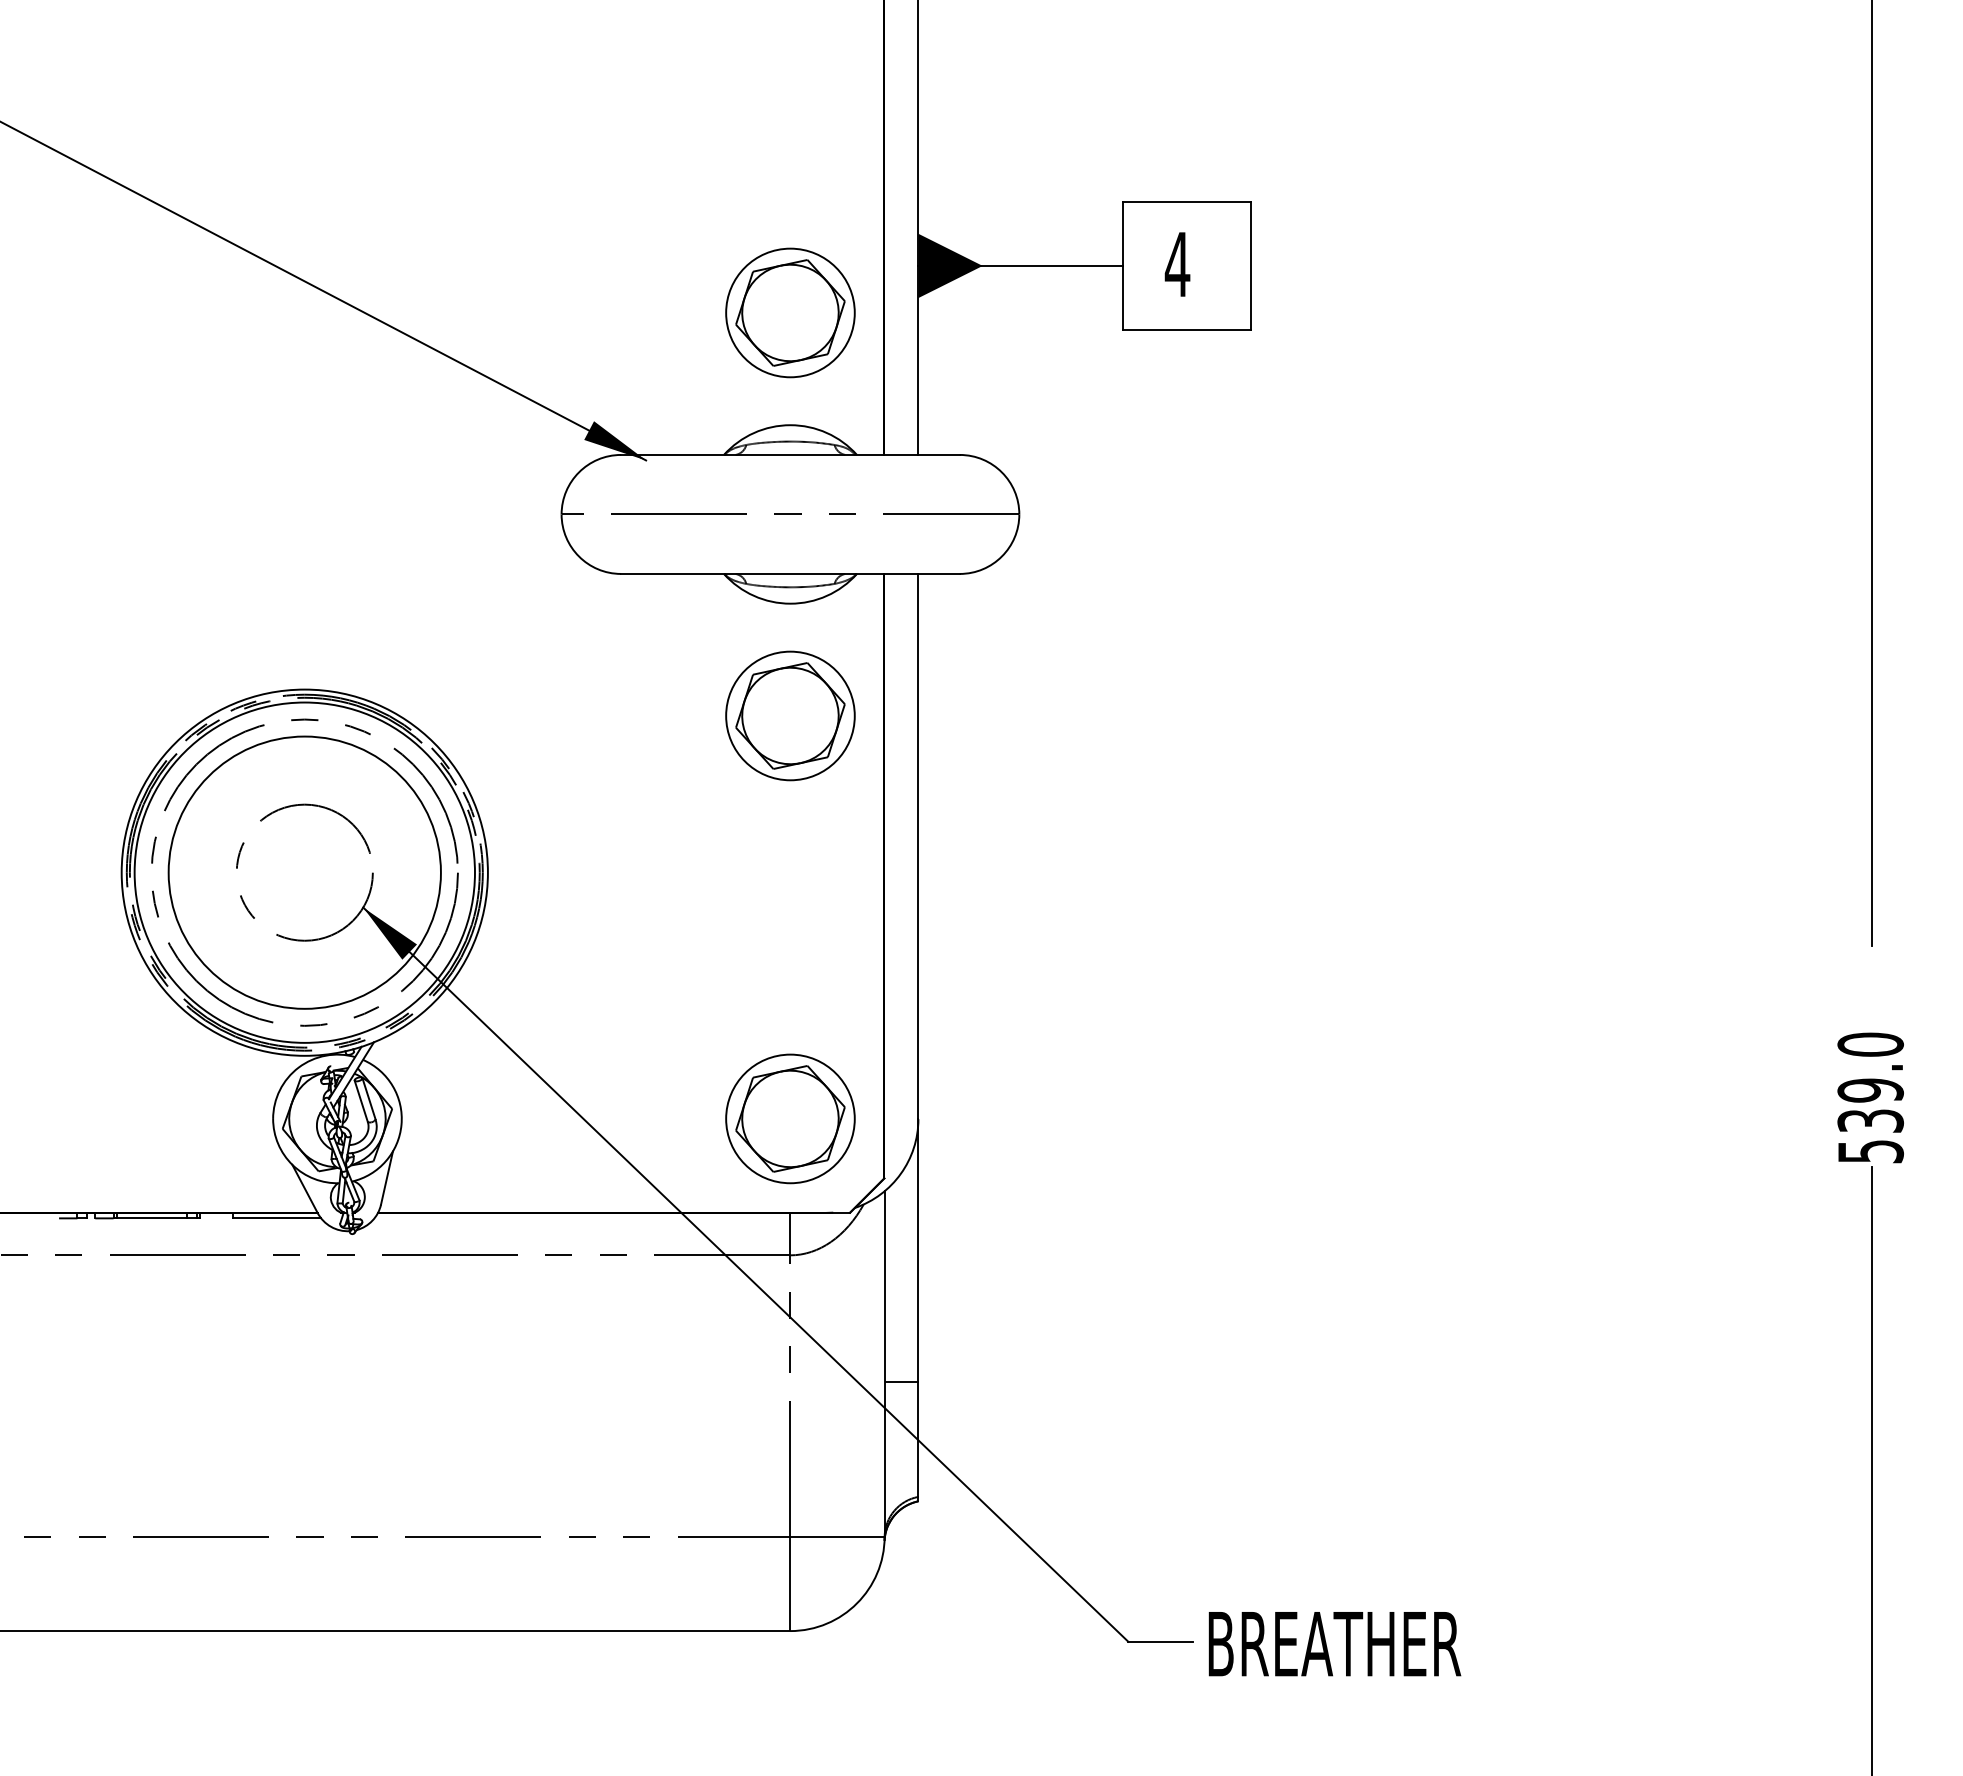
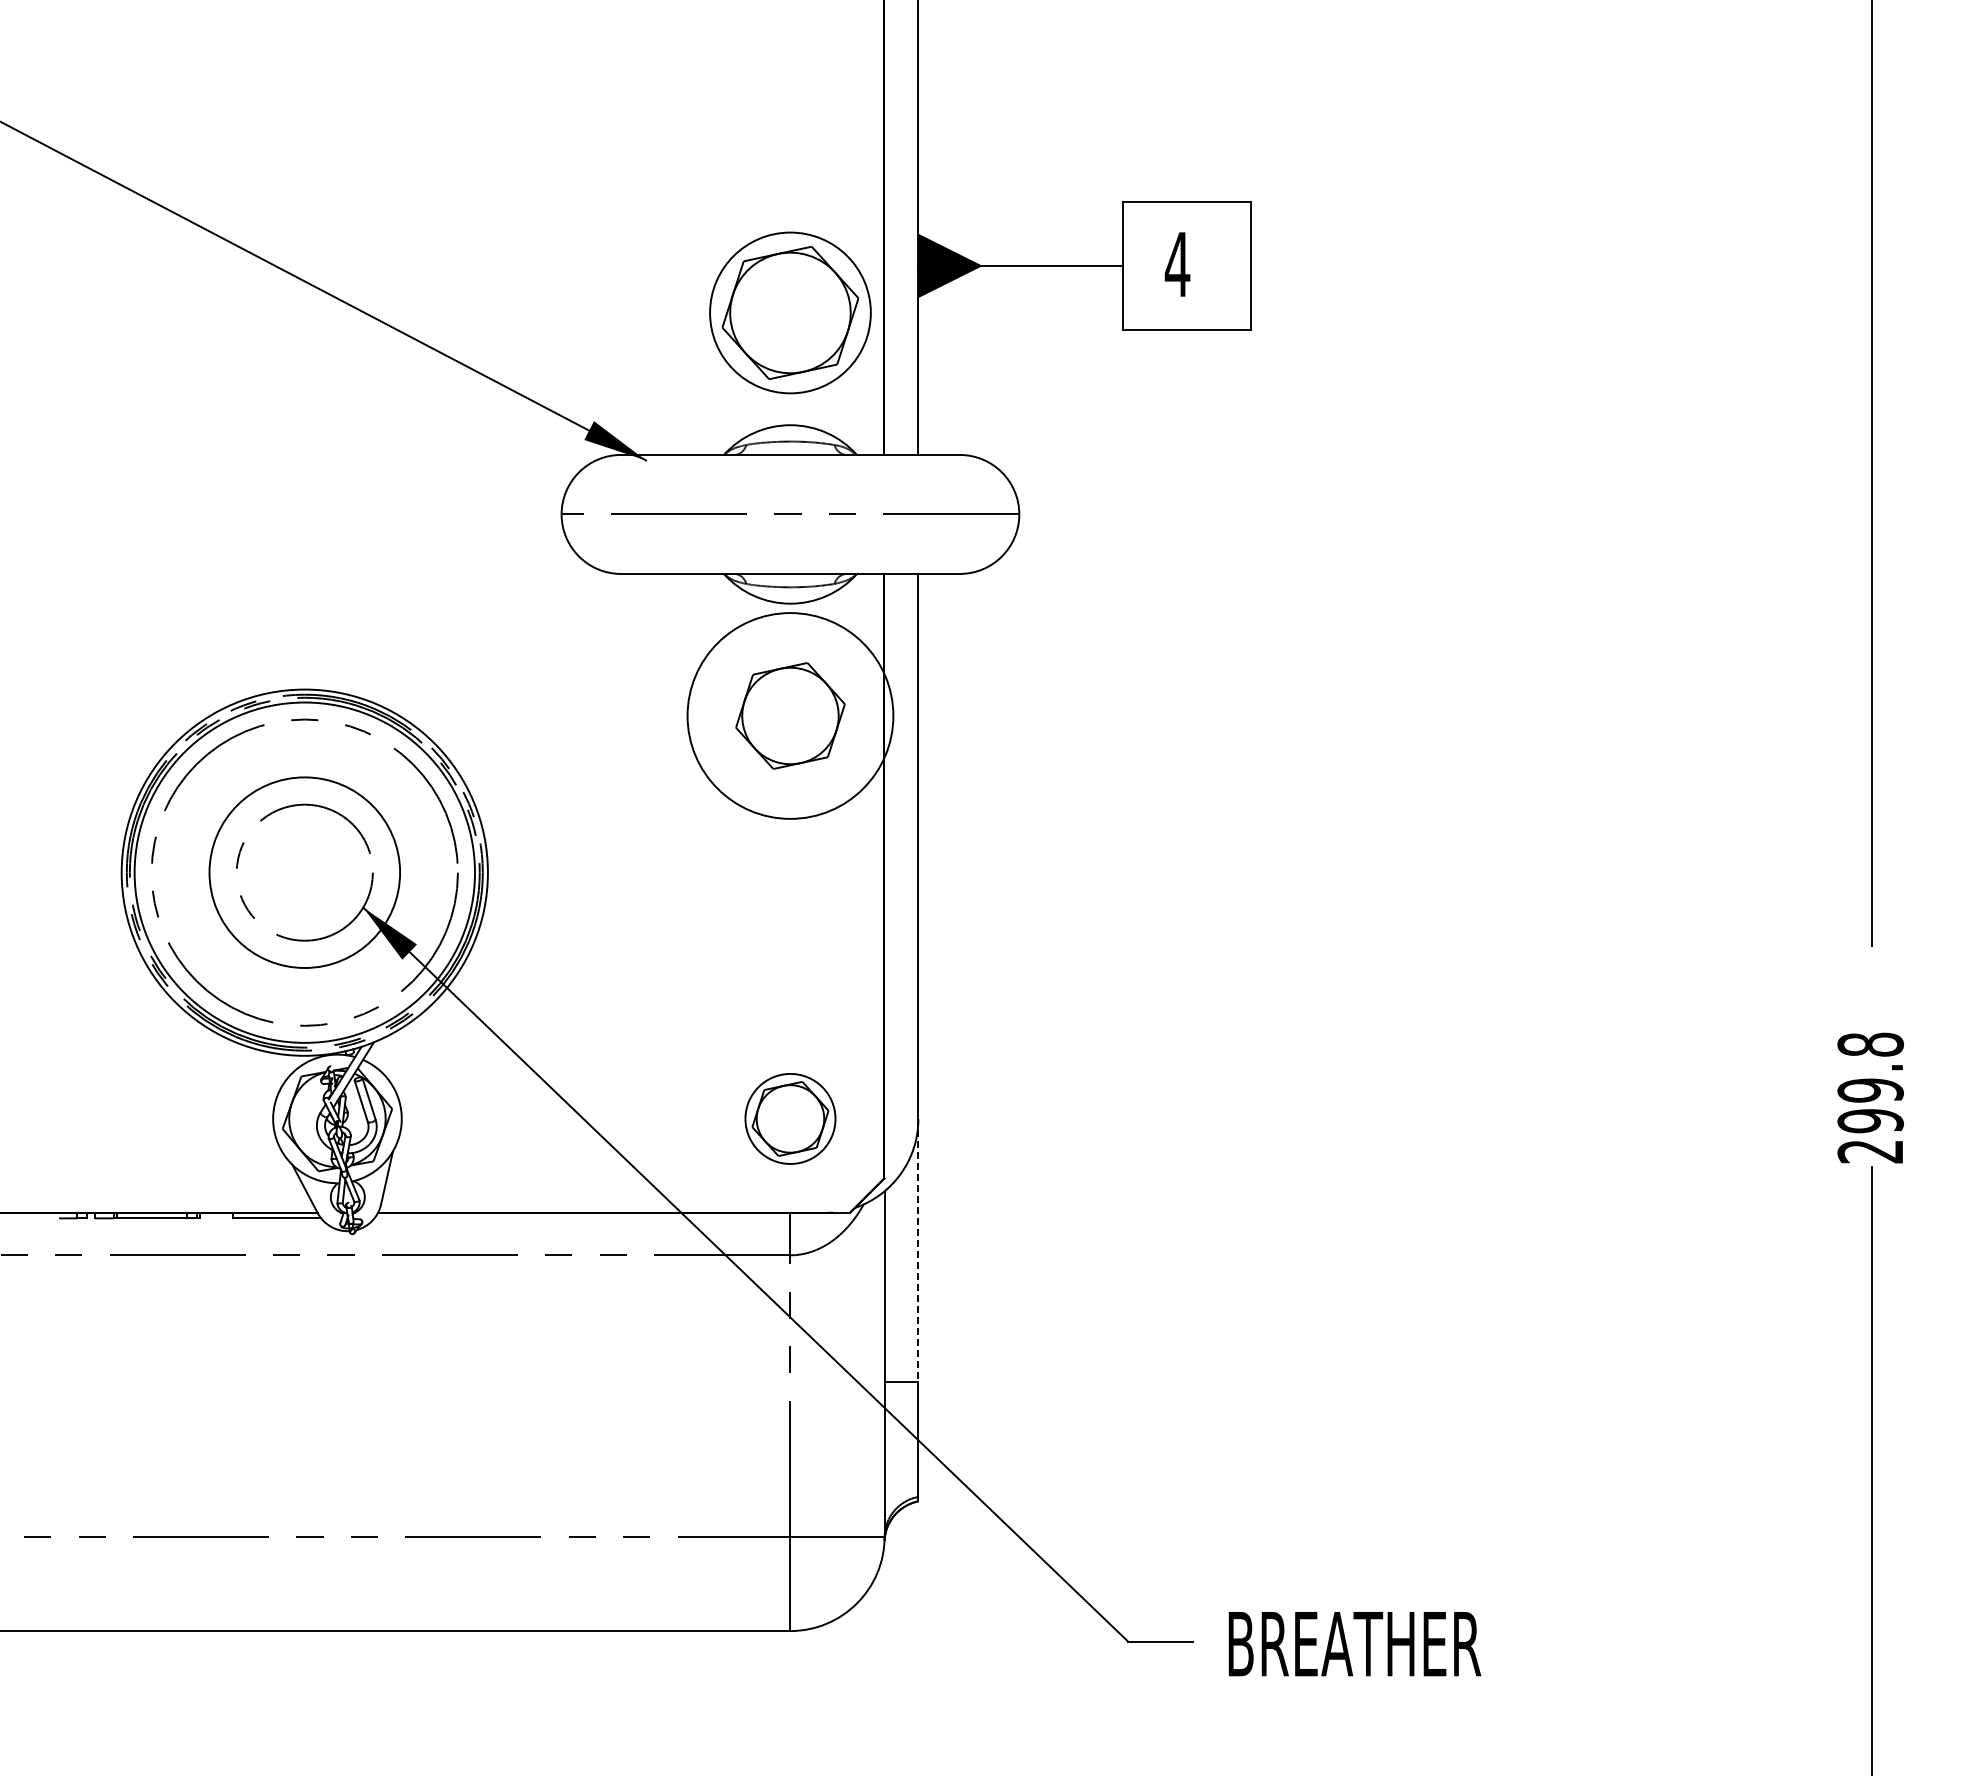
part at (790, 312) size: 131x132 px -> 163x164 px
circle at (790, 715) diameter: 129 px -> 206 px
circle at (304, 872) diameter: 272 px -> 191 px
text at (1870, 1097): 539.0 -> 299.8
part at (790, 1118) size: 131x132 px -> 93x92 px
line at (918, 1250): solid -> dashed
text at (1334, 1644) position: (1334, 1644) -> (1354, 1644)
